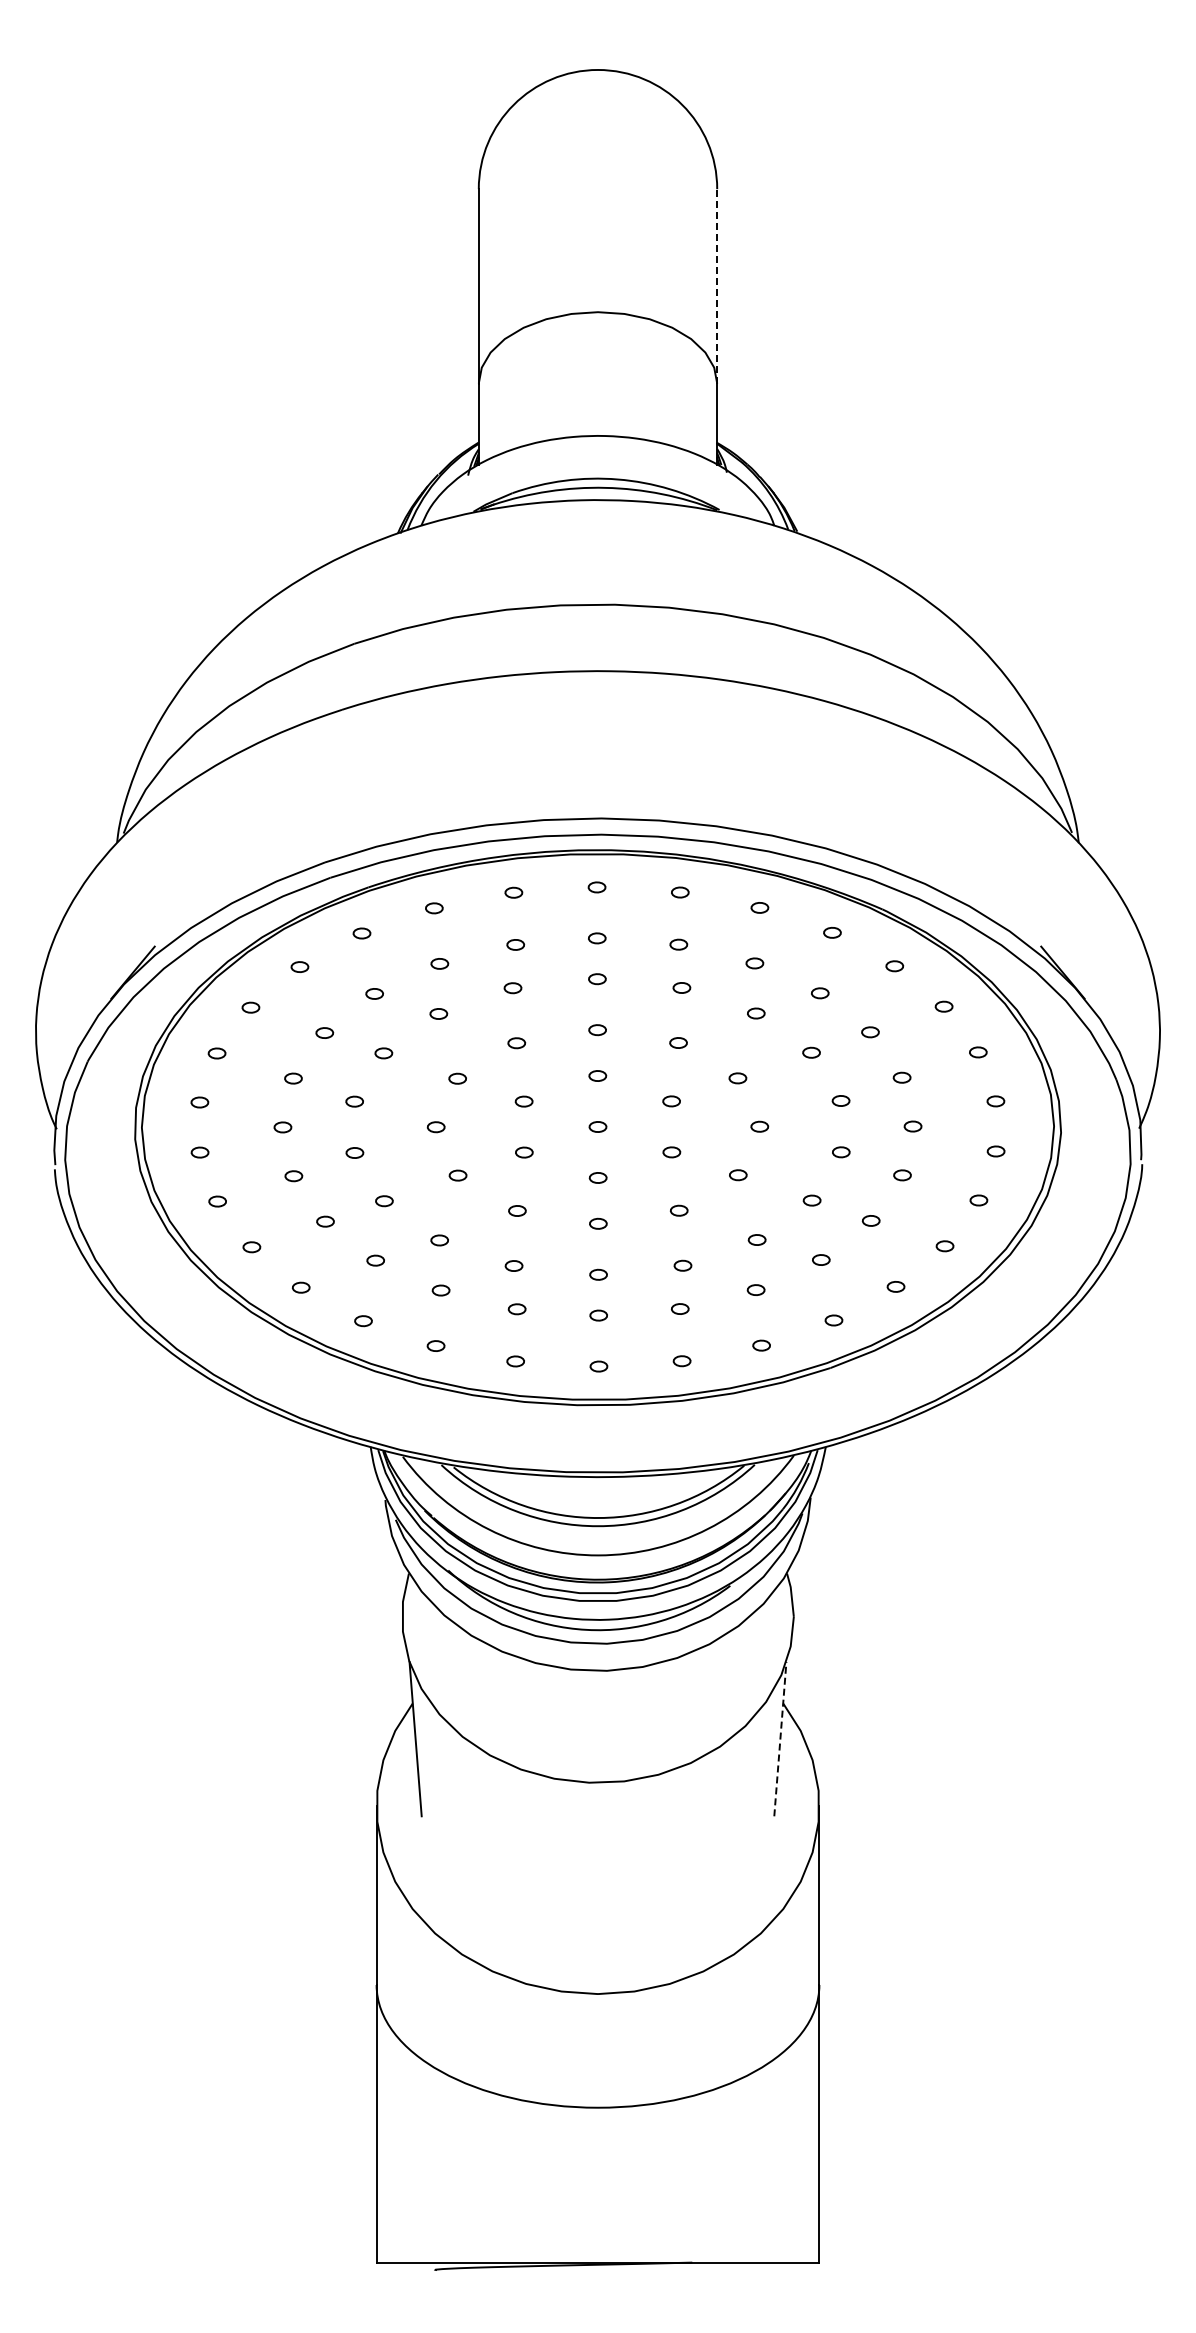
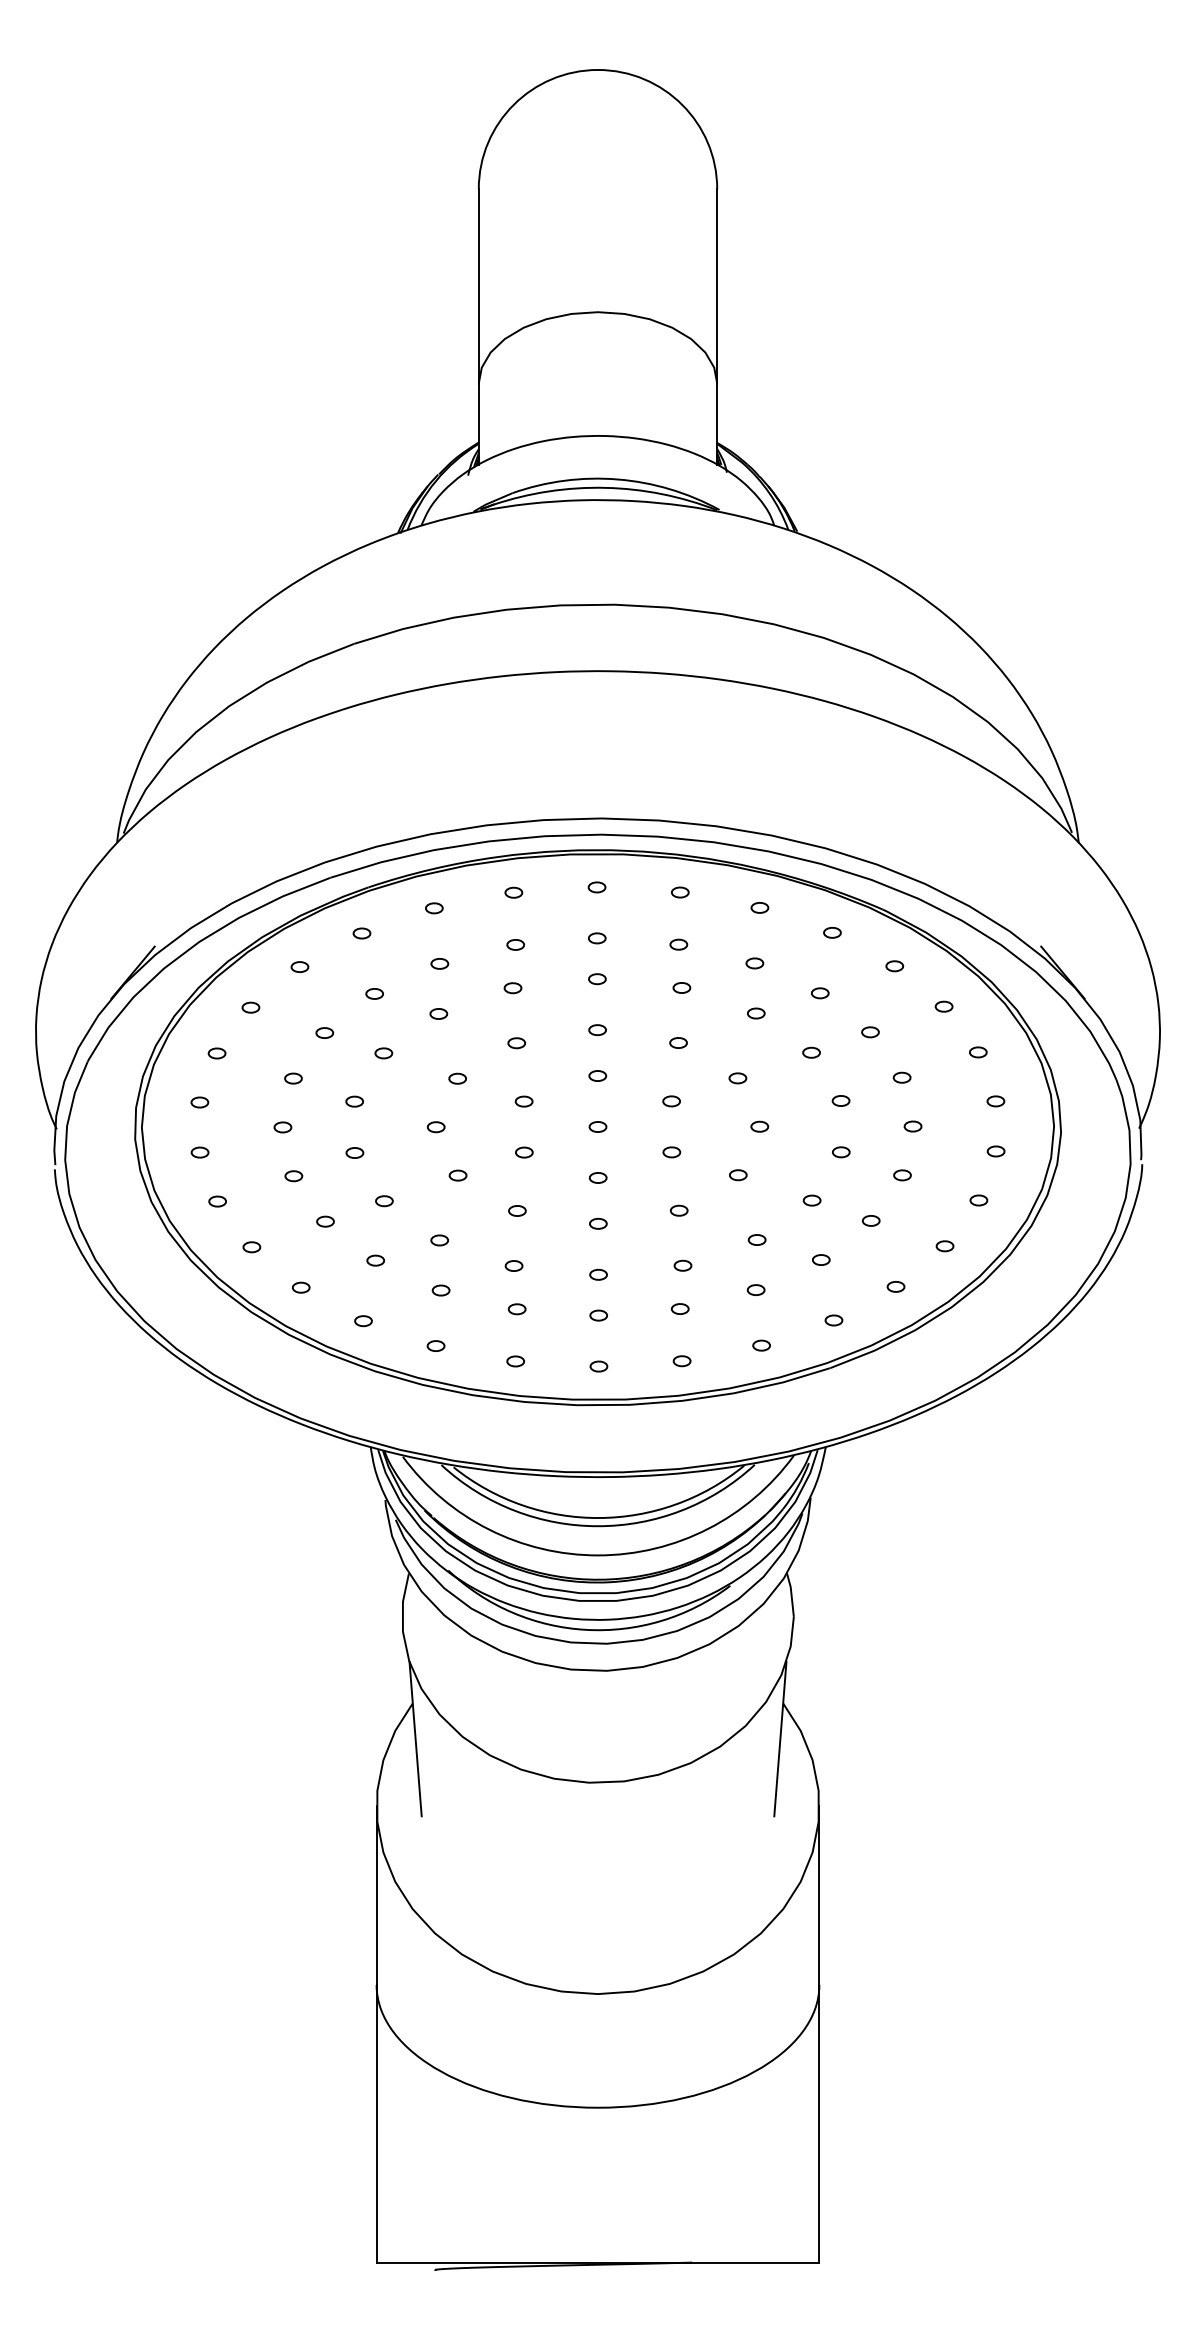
line at (717, 285): dashed -> solid
line at (780, 1738): dashed -> solid
